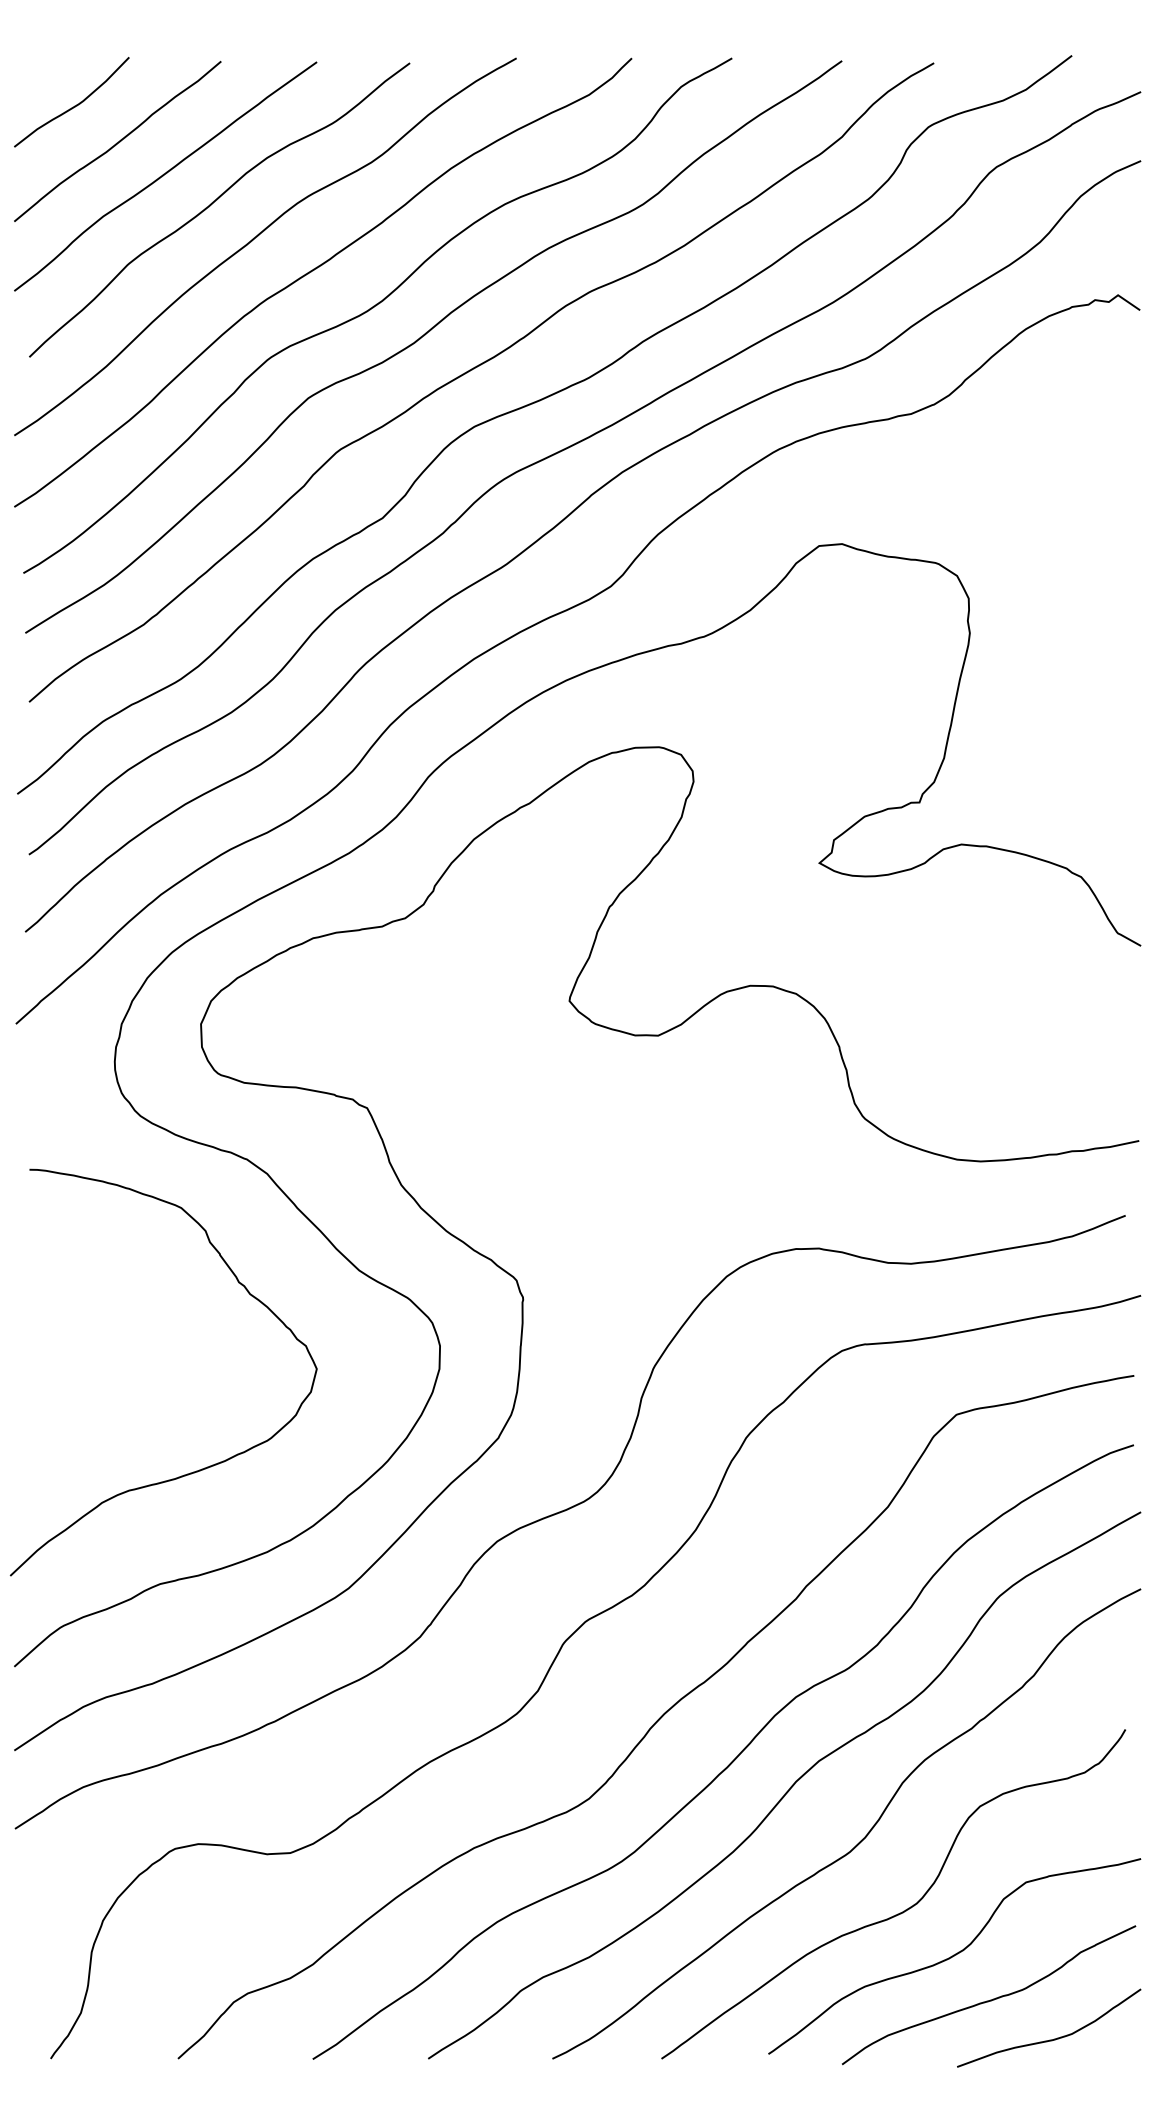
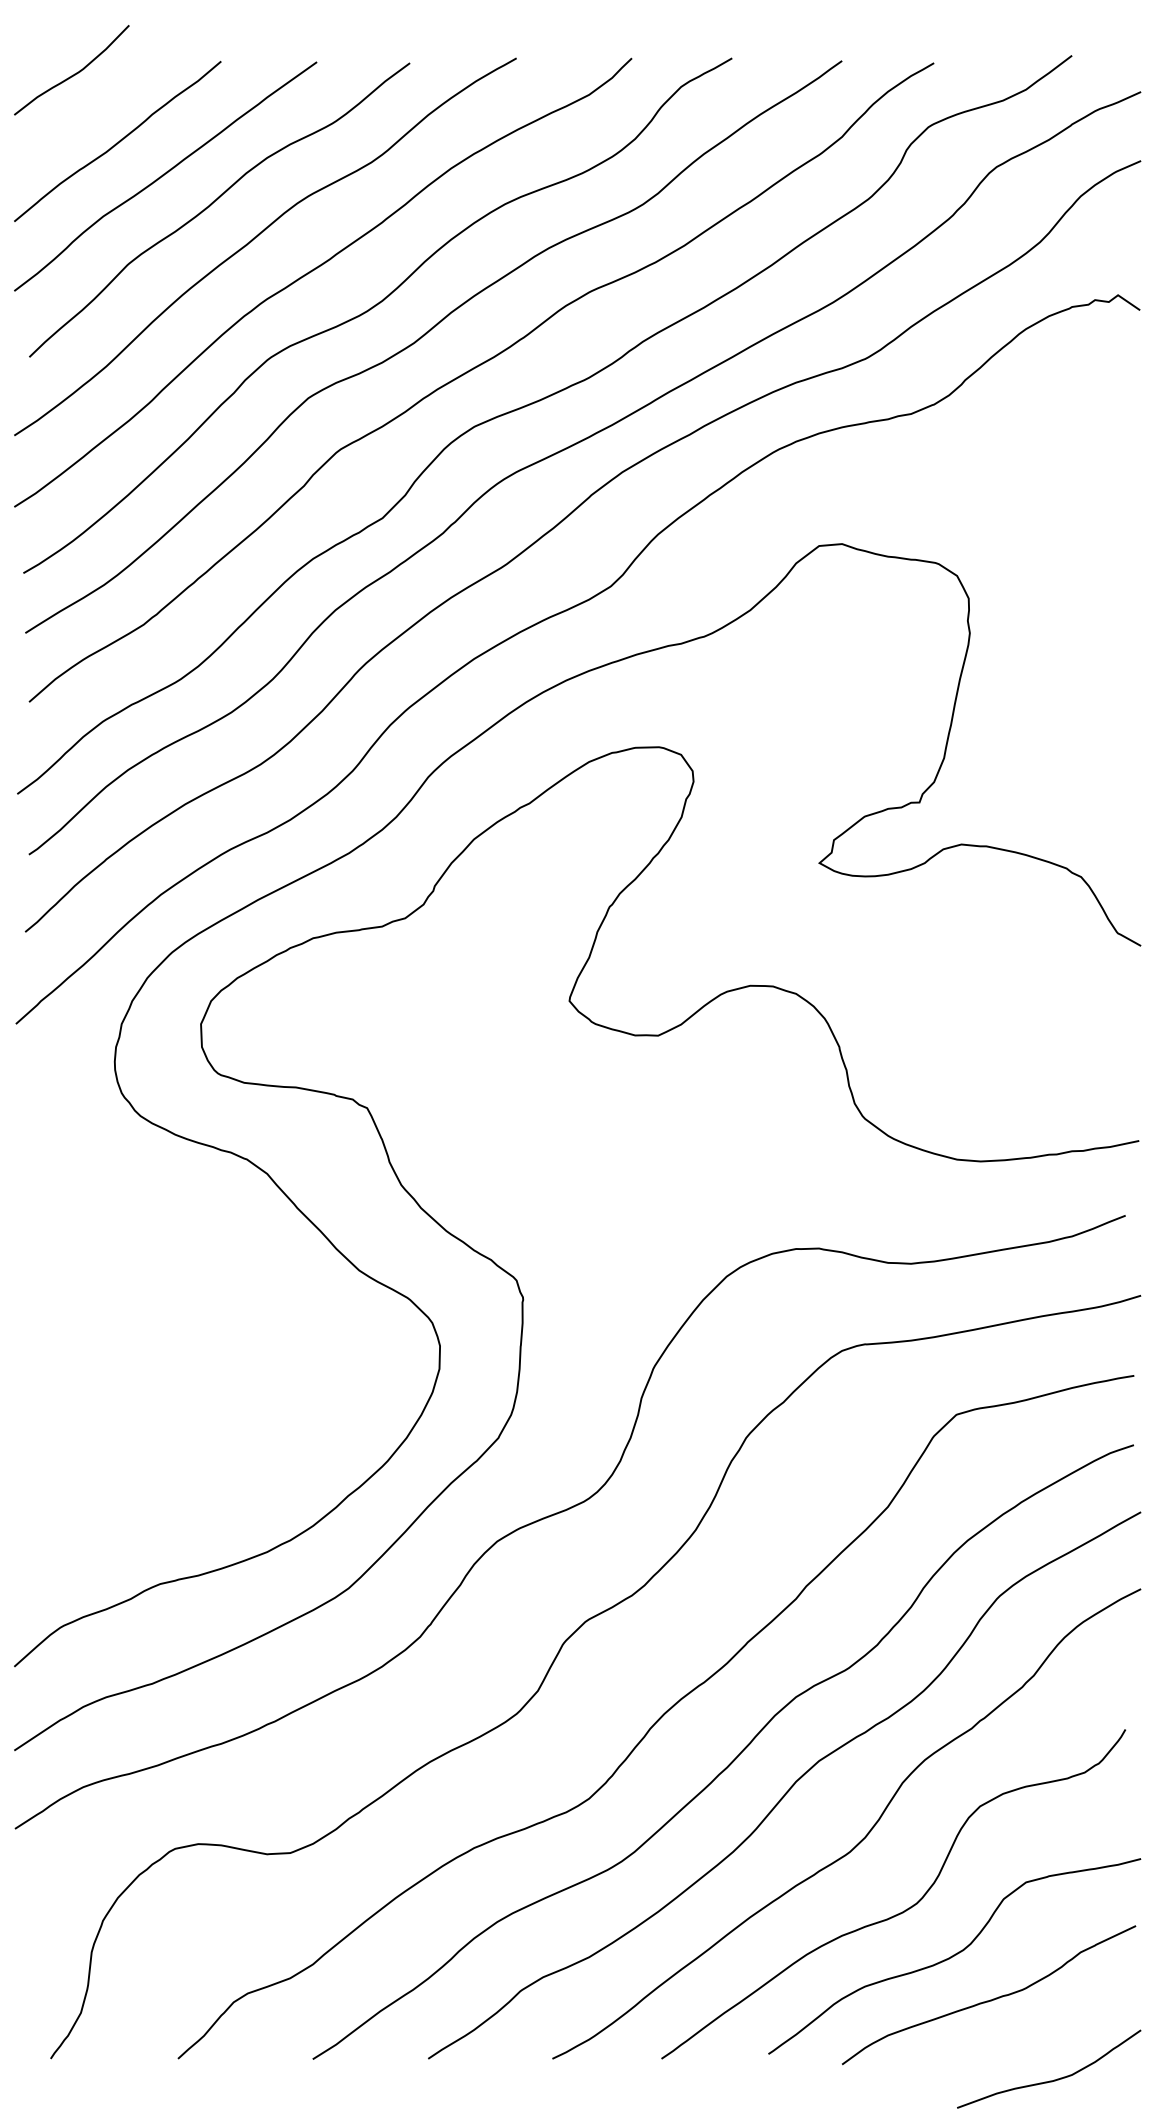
curve at (74, 105) position: (74, 105) -> (74, 73)
curve at (201, 1468): present -> none
curve at (1049, 2039) position: (1049, 2039) -> (1049, 2080)
